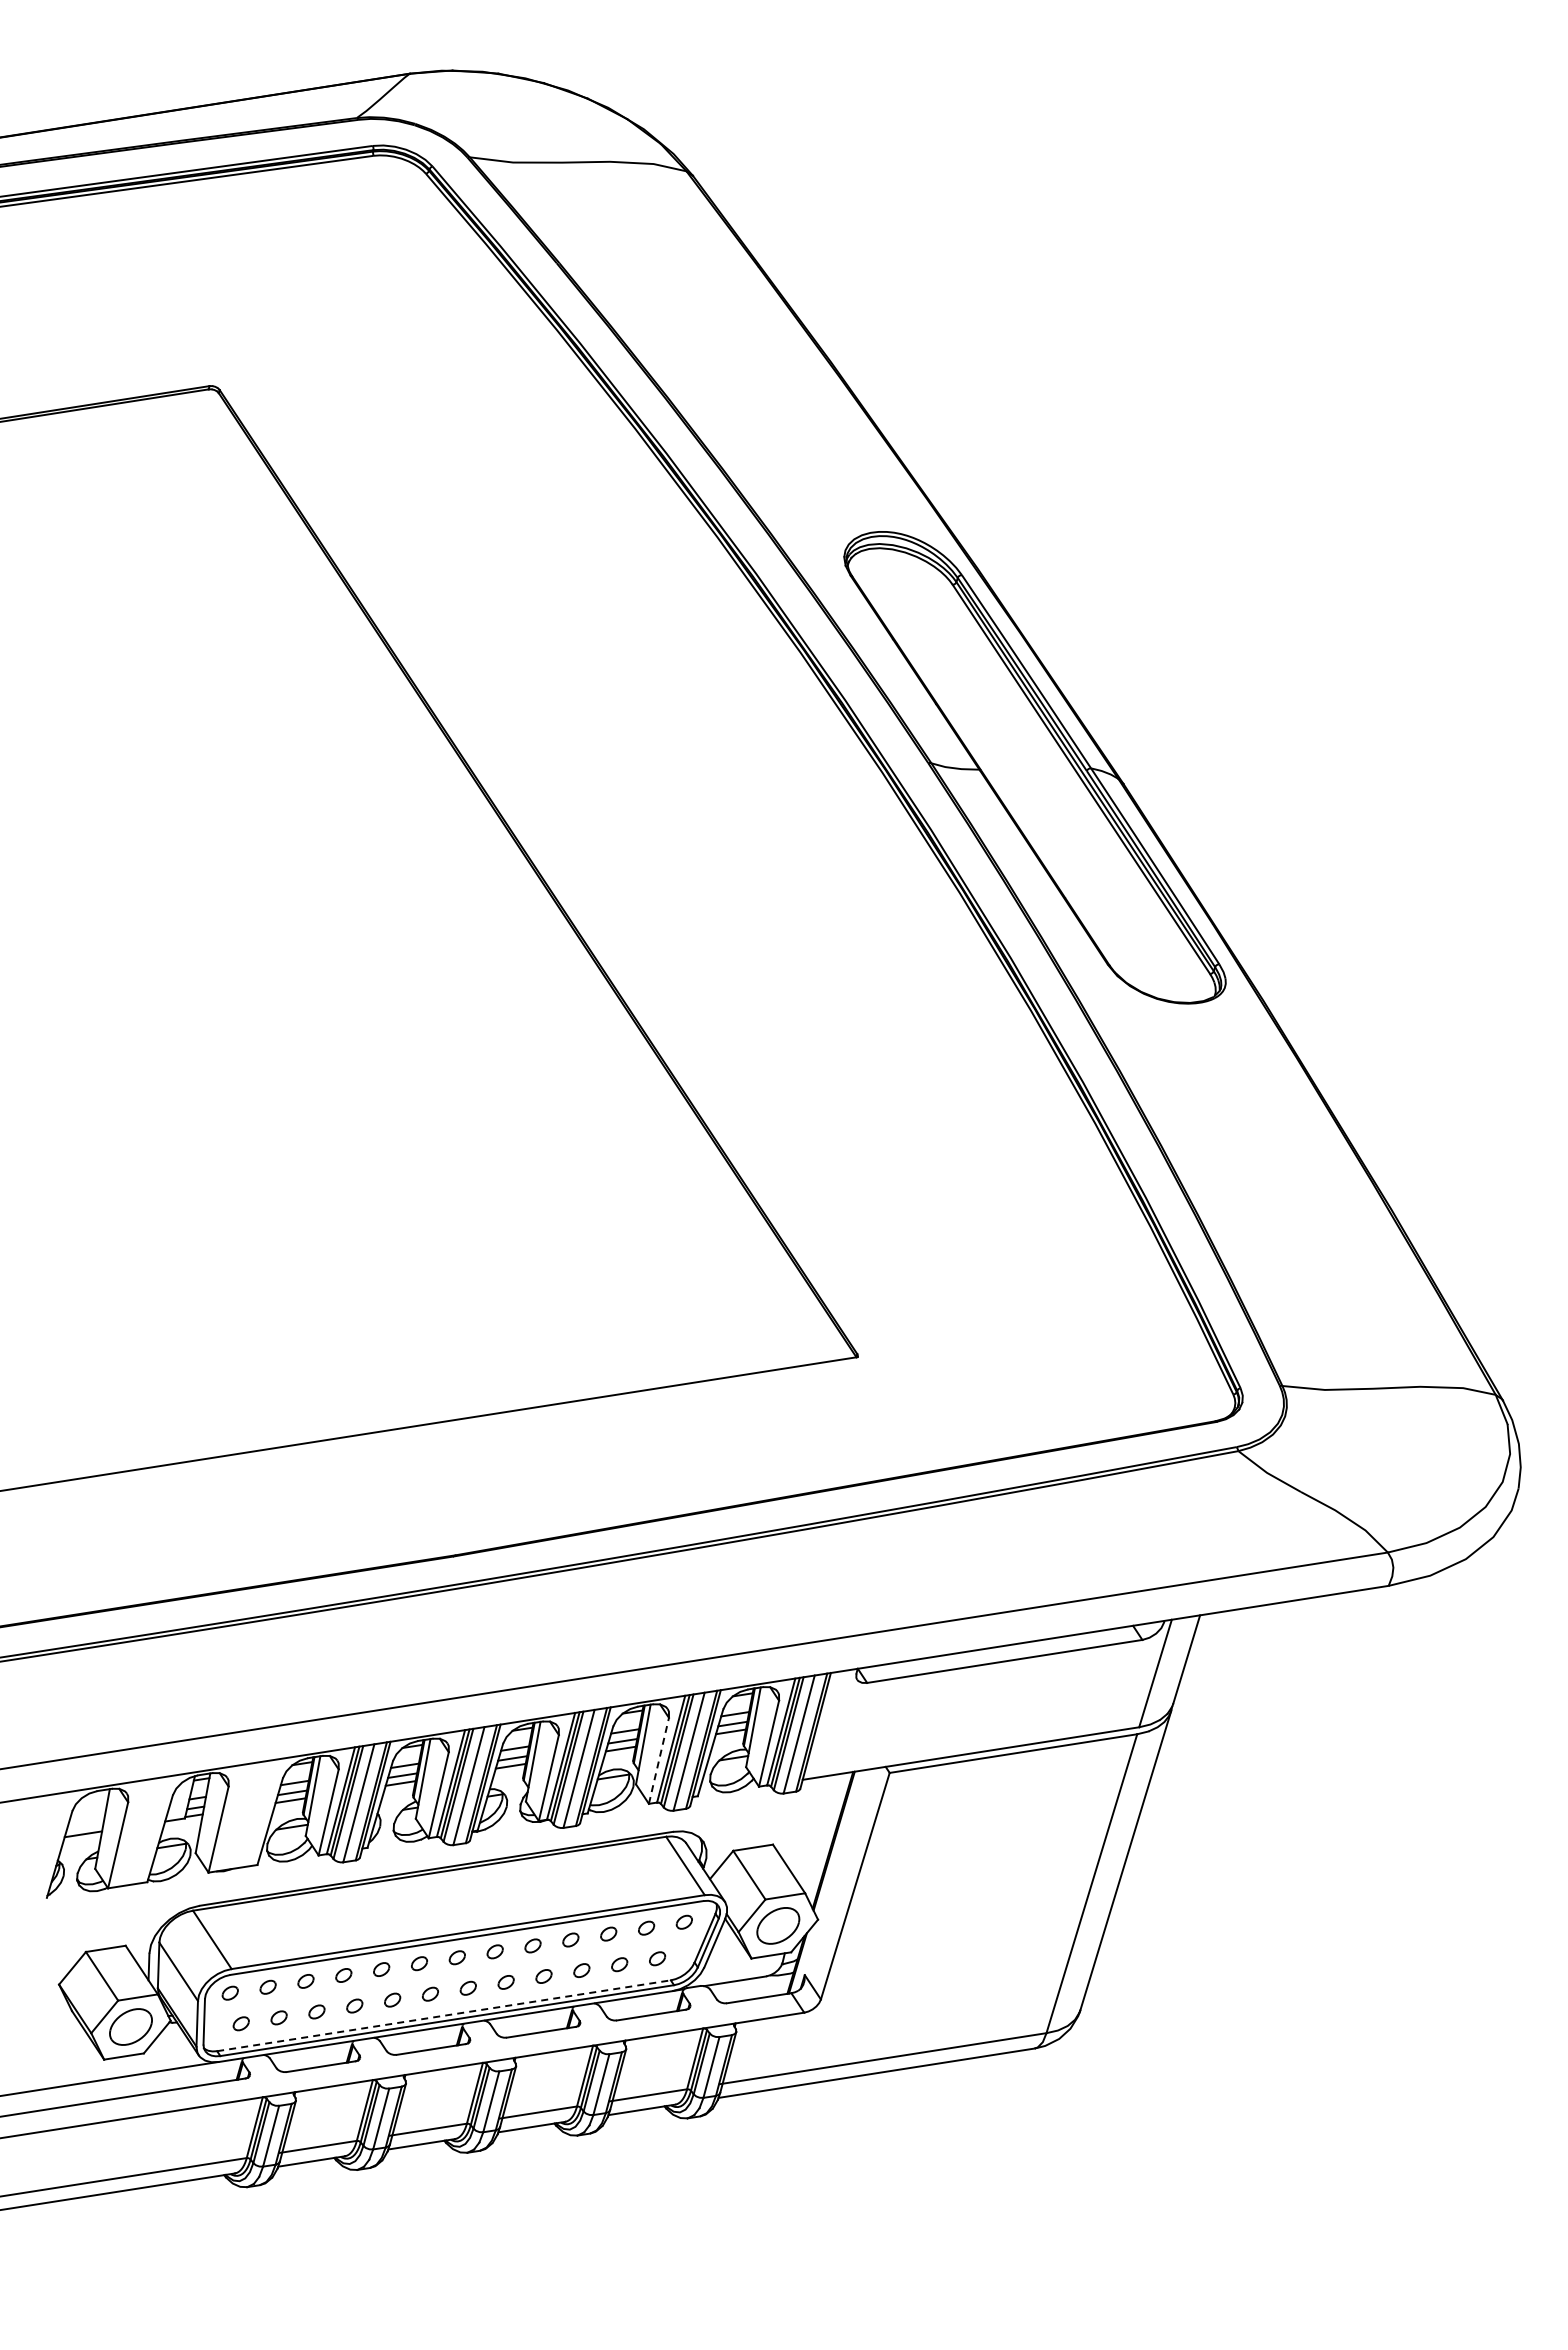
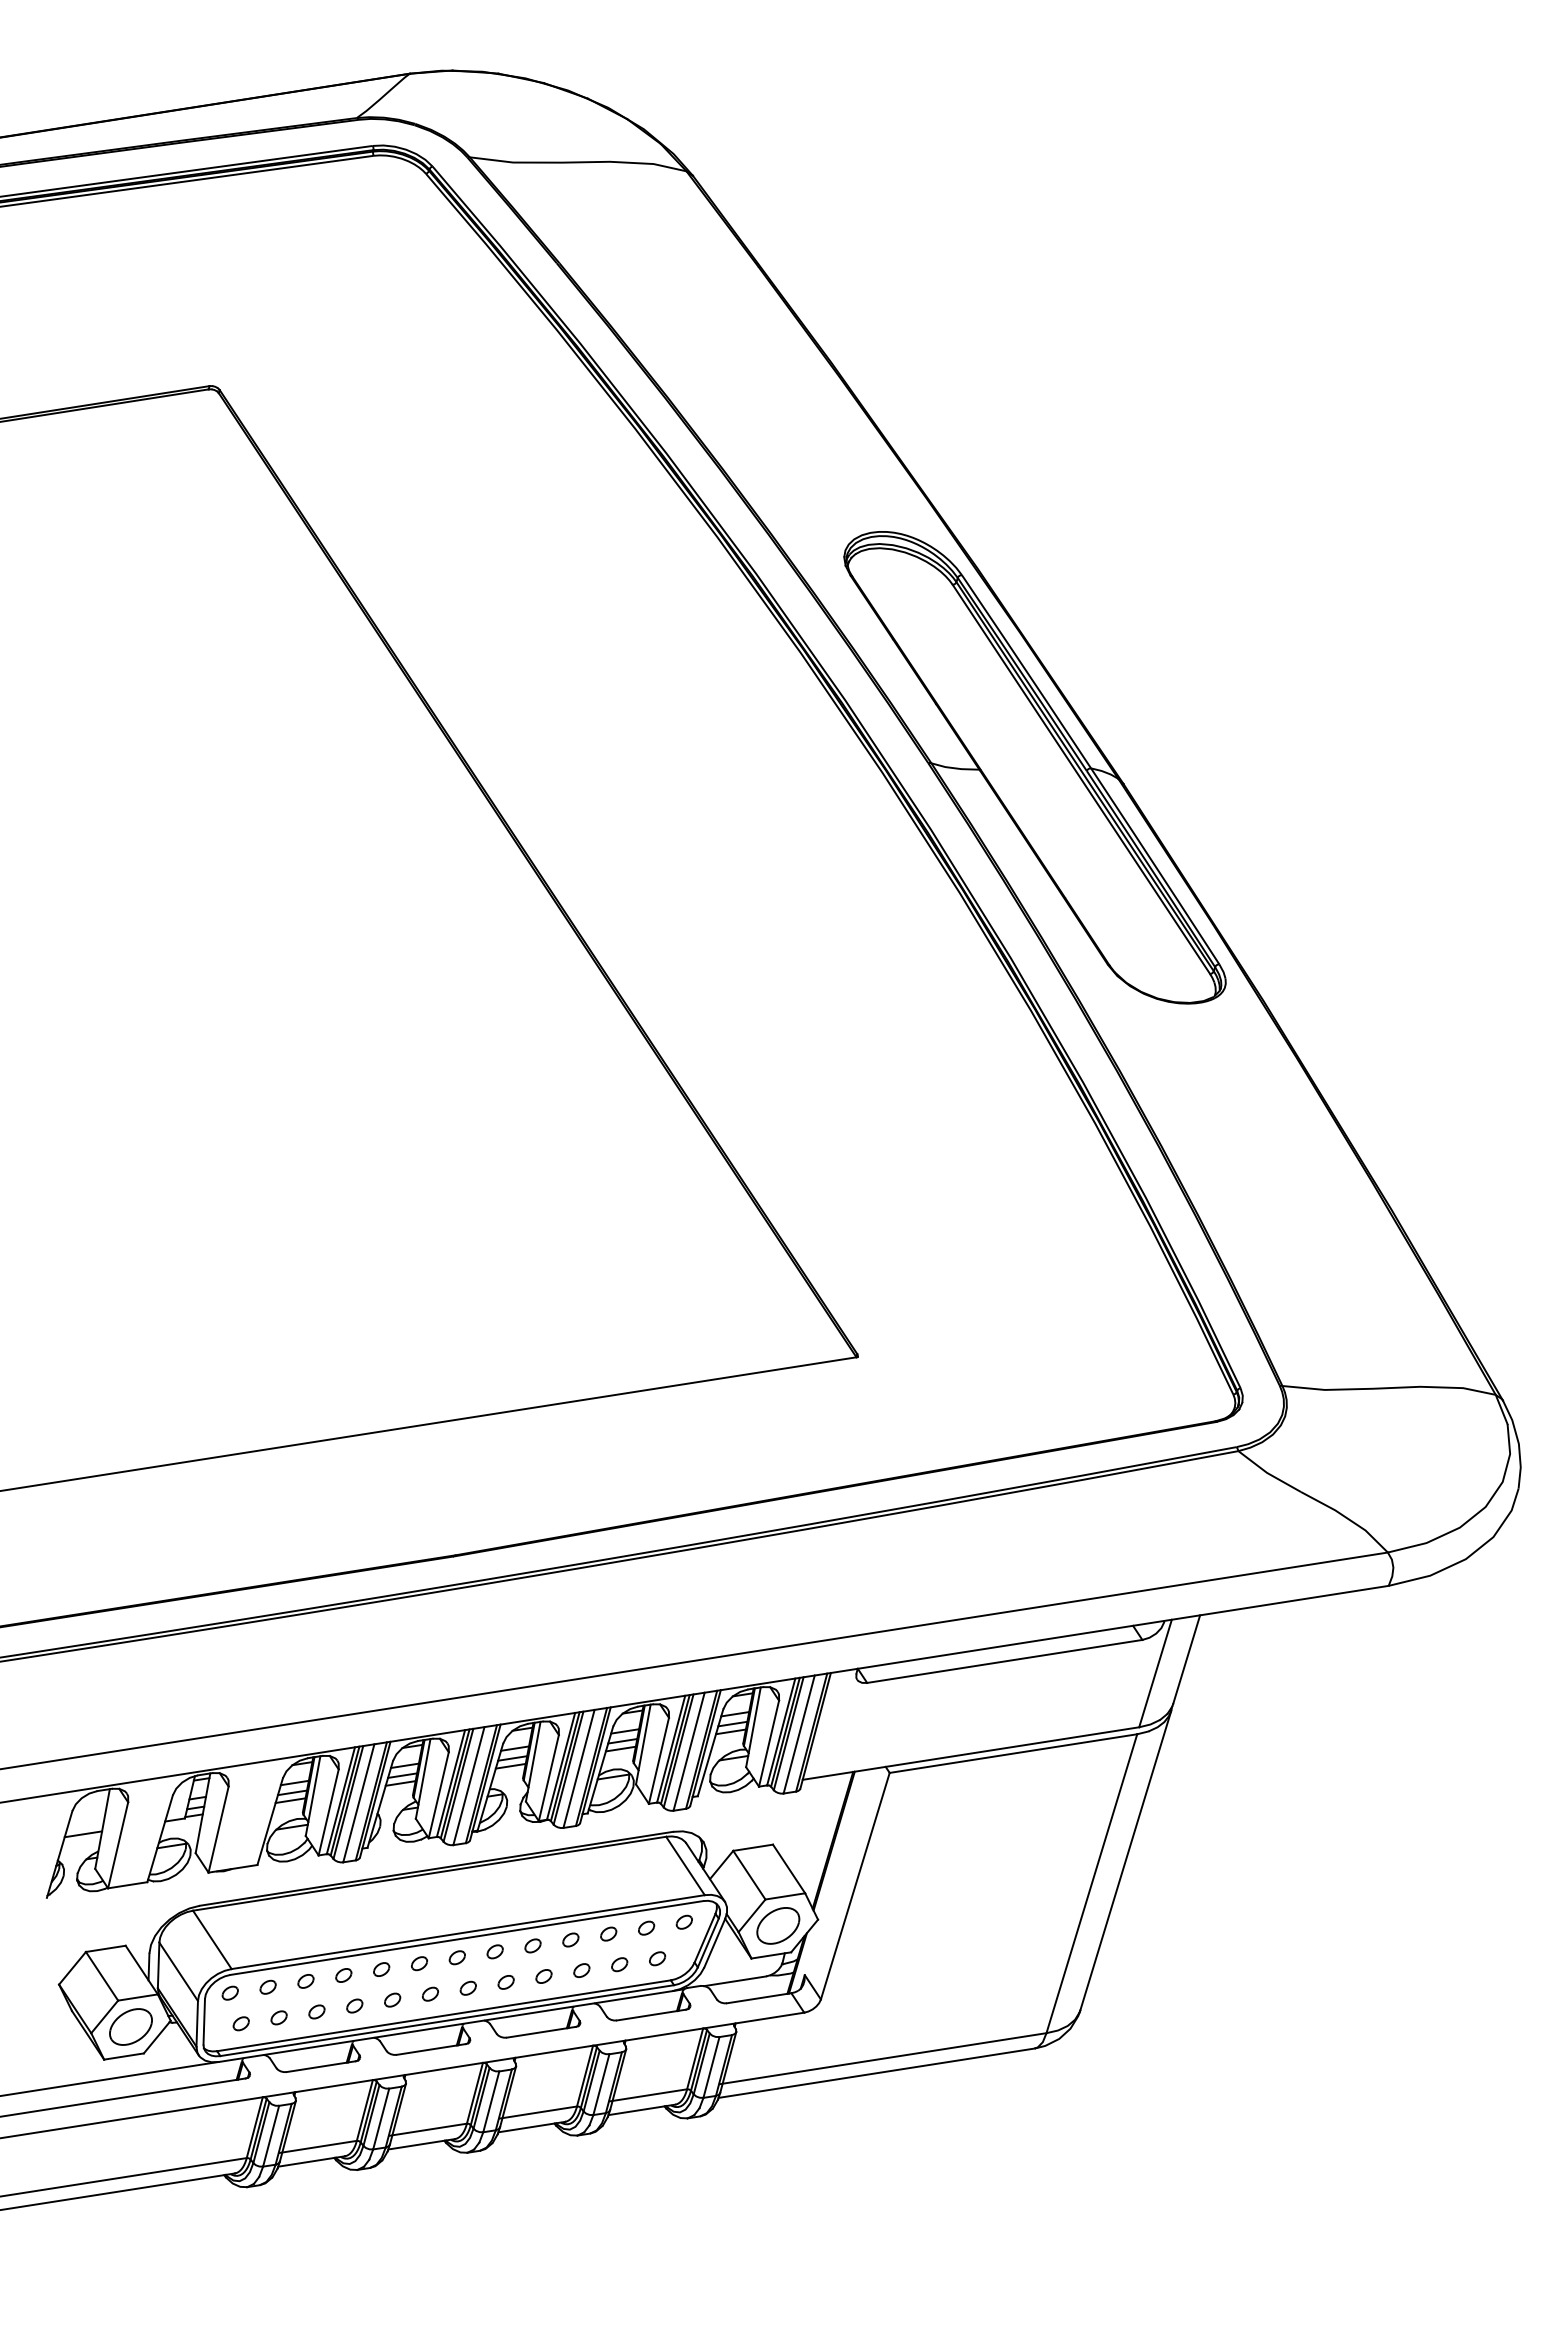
line at (659, 1760): dashed -> solid
line at (444, 2015): dashed -> solid
